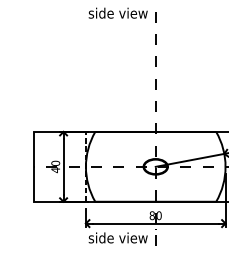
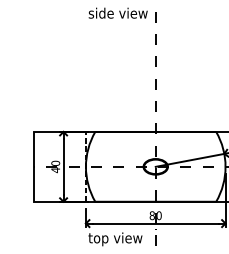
text at (117, 239): side view -> top view
